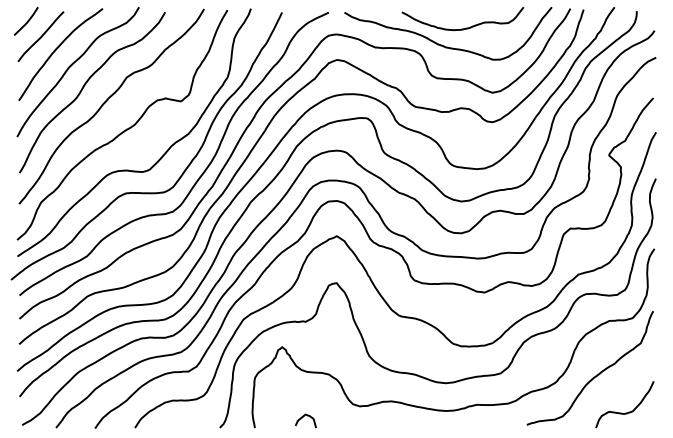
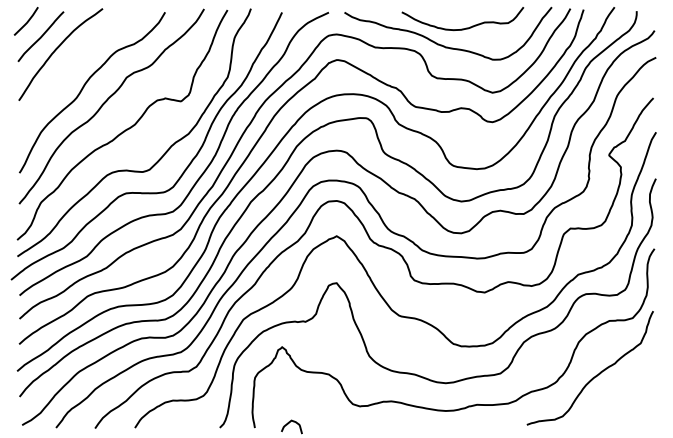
curve at (71, 66): present -> none
curve at (628, 411): present -> none
curve at (303, 417) position: (303, 417) -> (289, 423)
